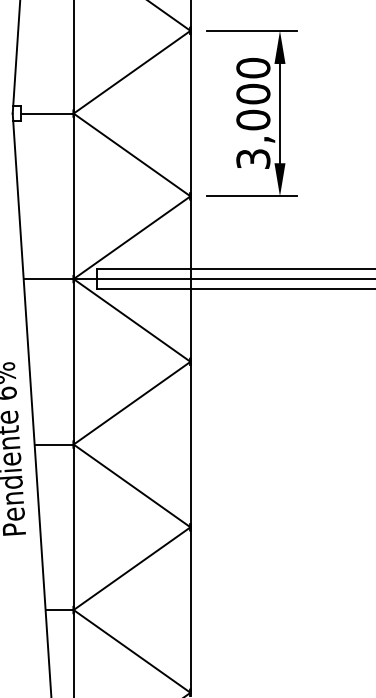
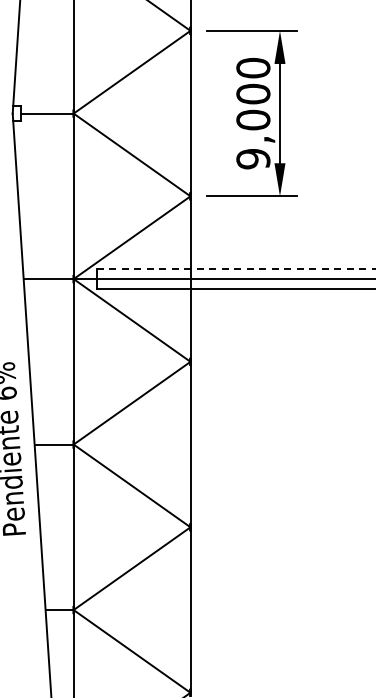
text at (253, 159): 3,000 -> 9,000
line at (236, 268): solid -> dashed
